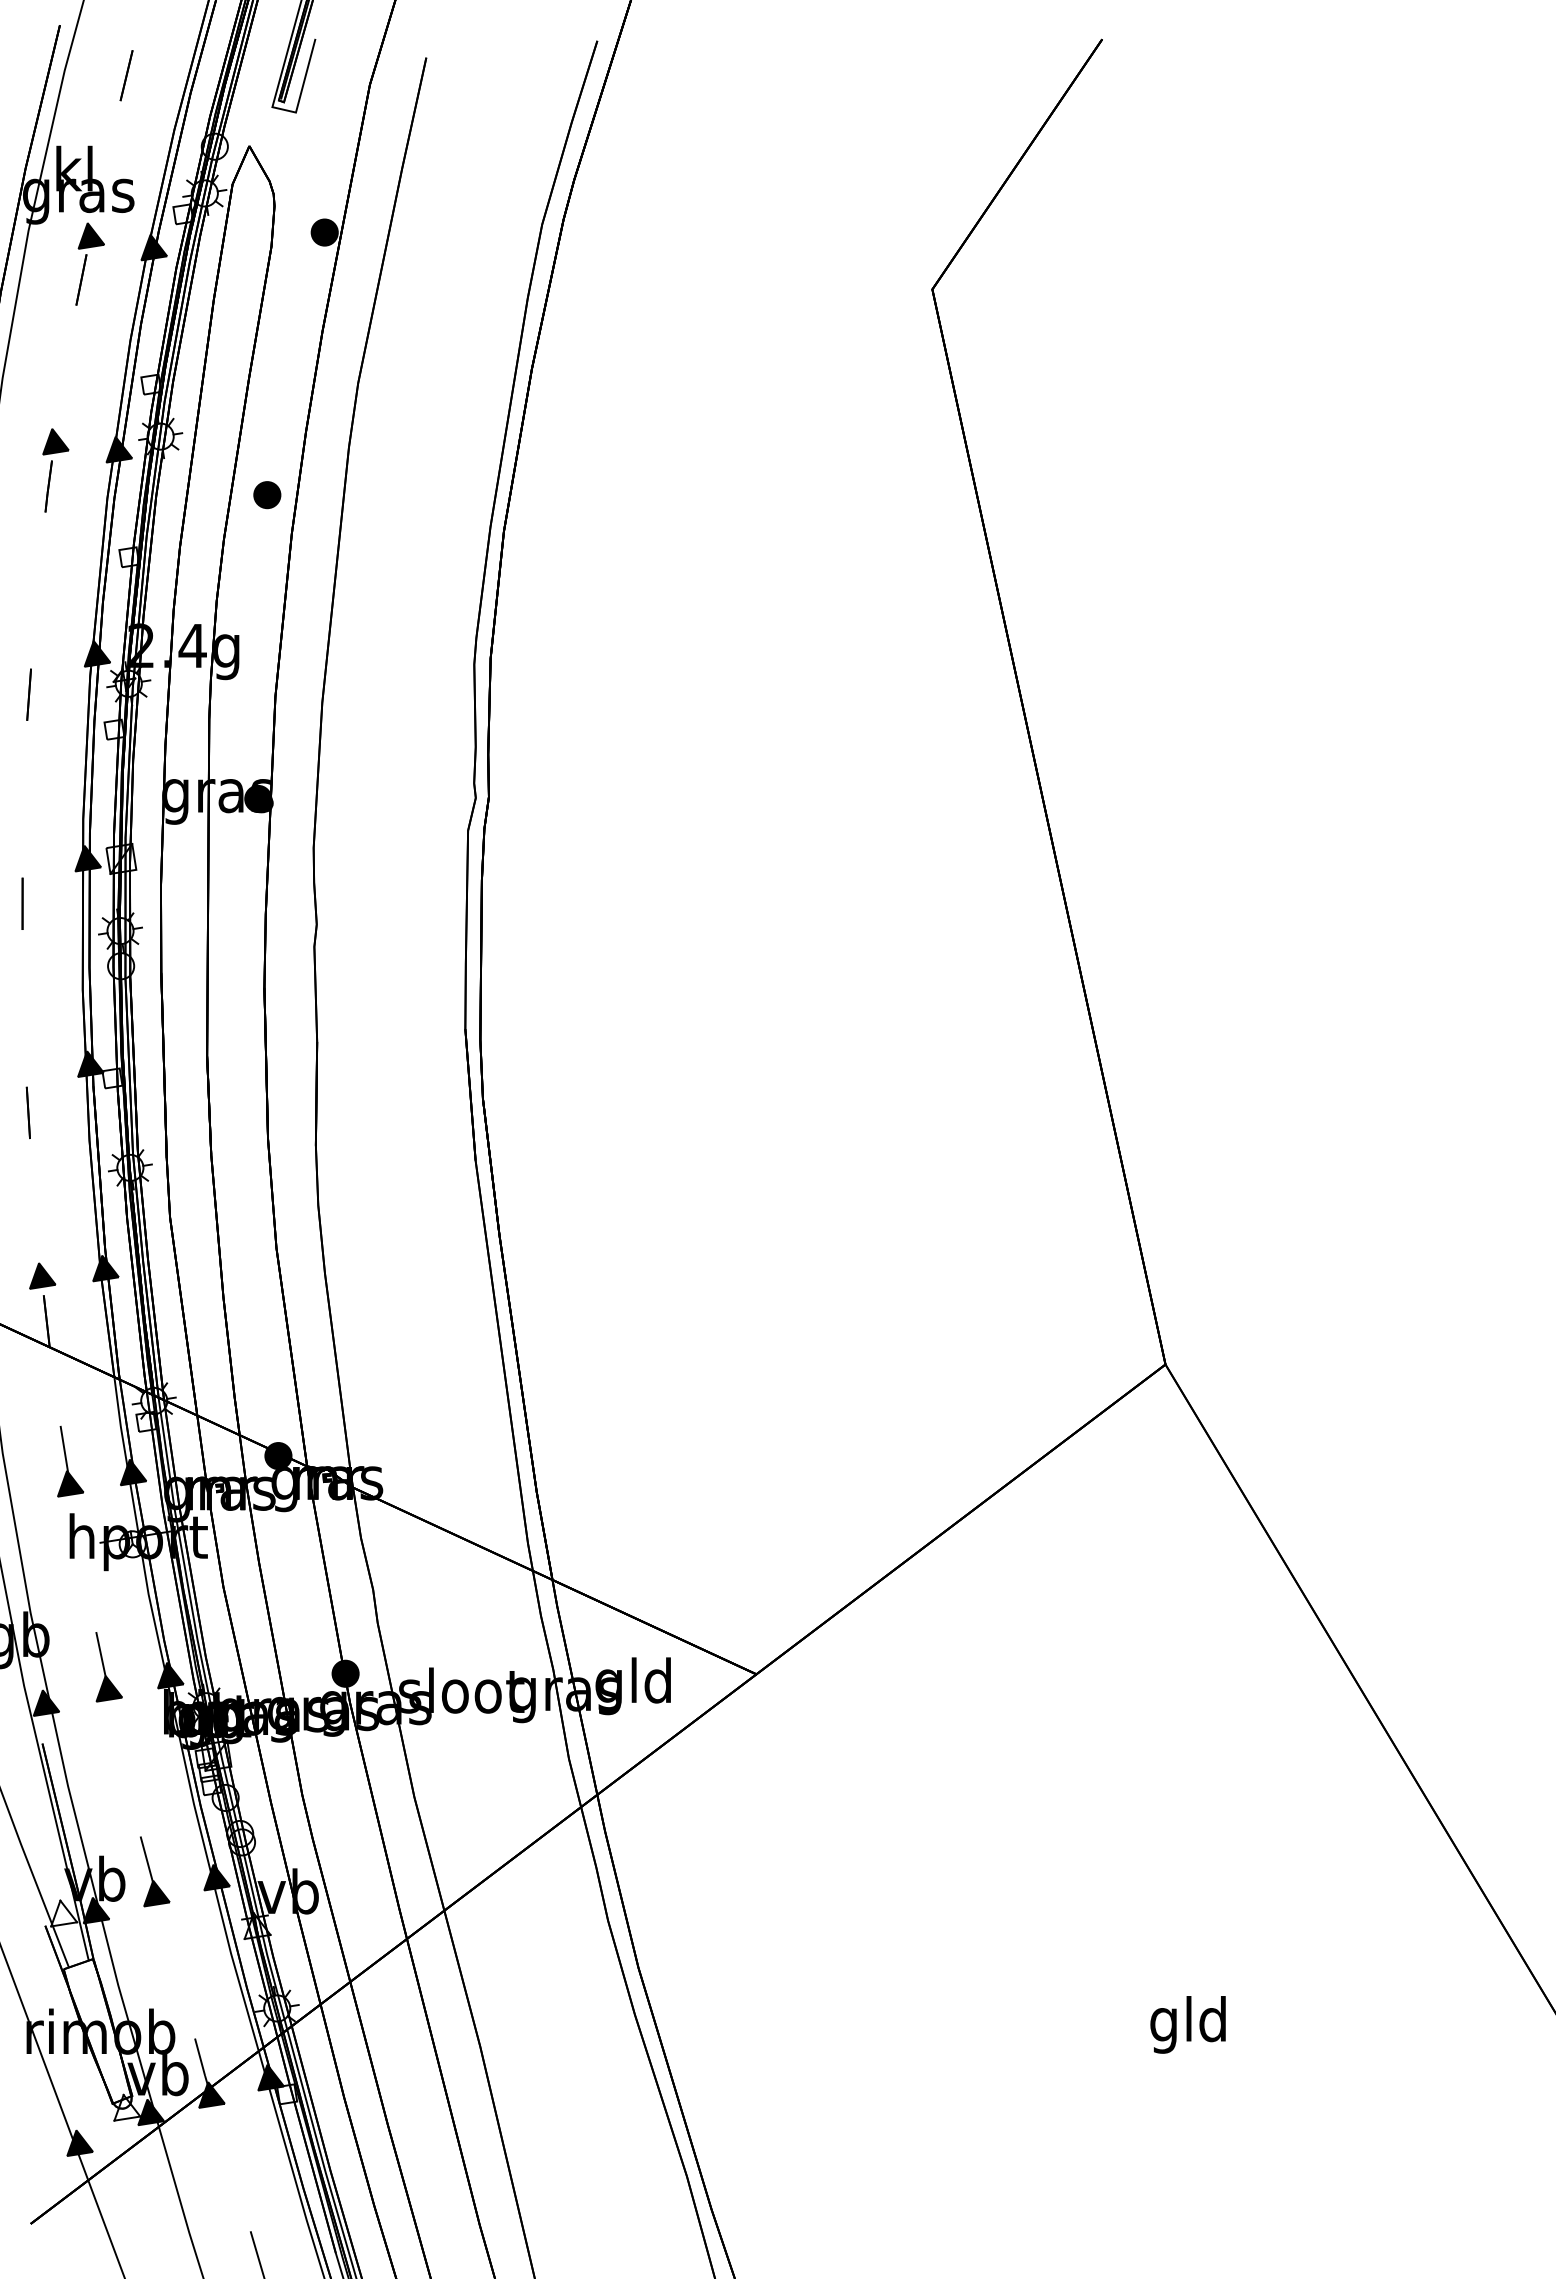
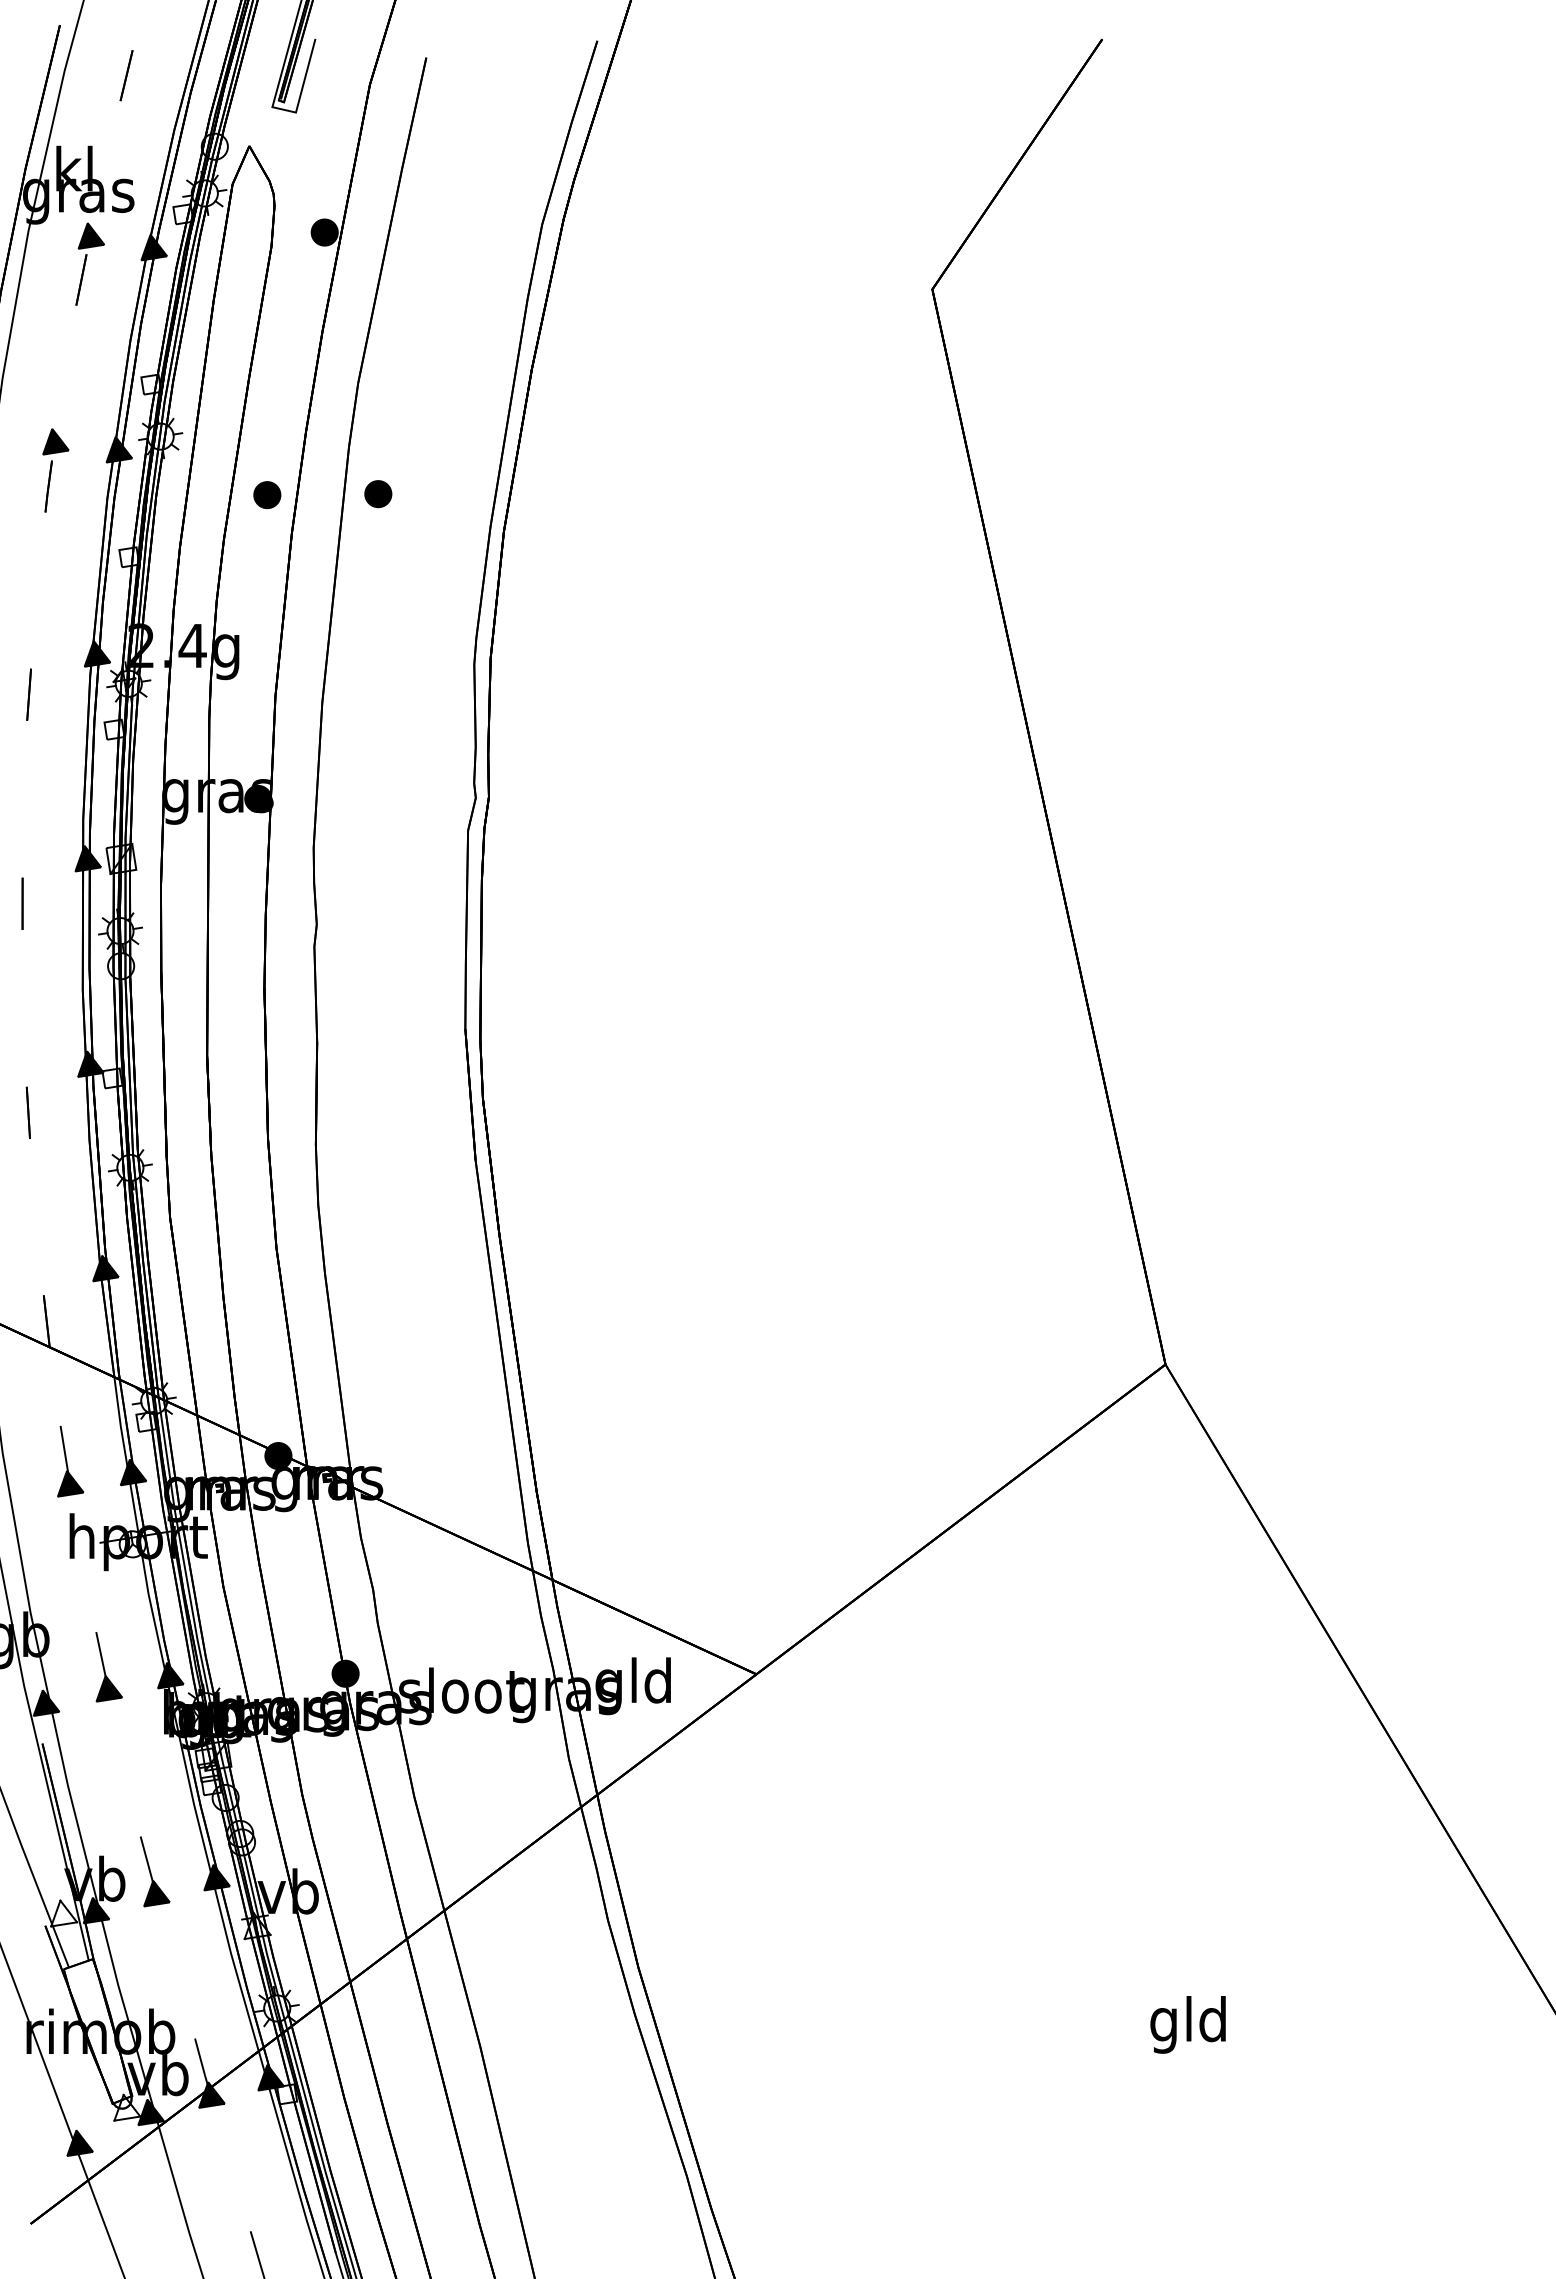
part at (378, 494): none -> present
part at (42, 1275): present -> none
